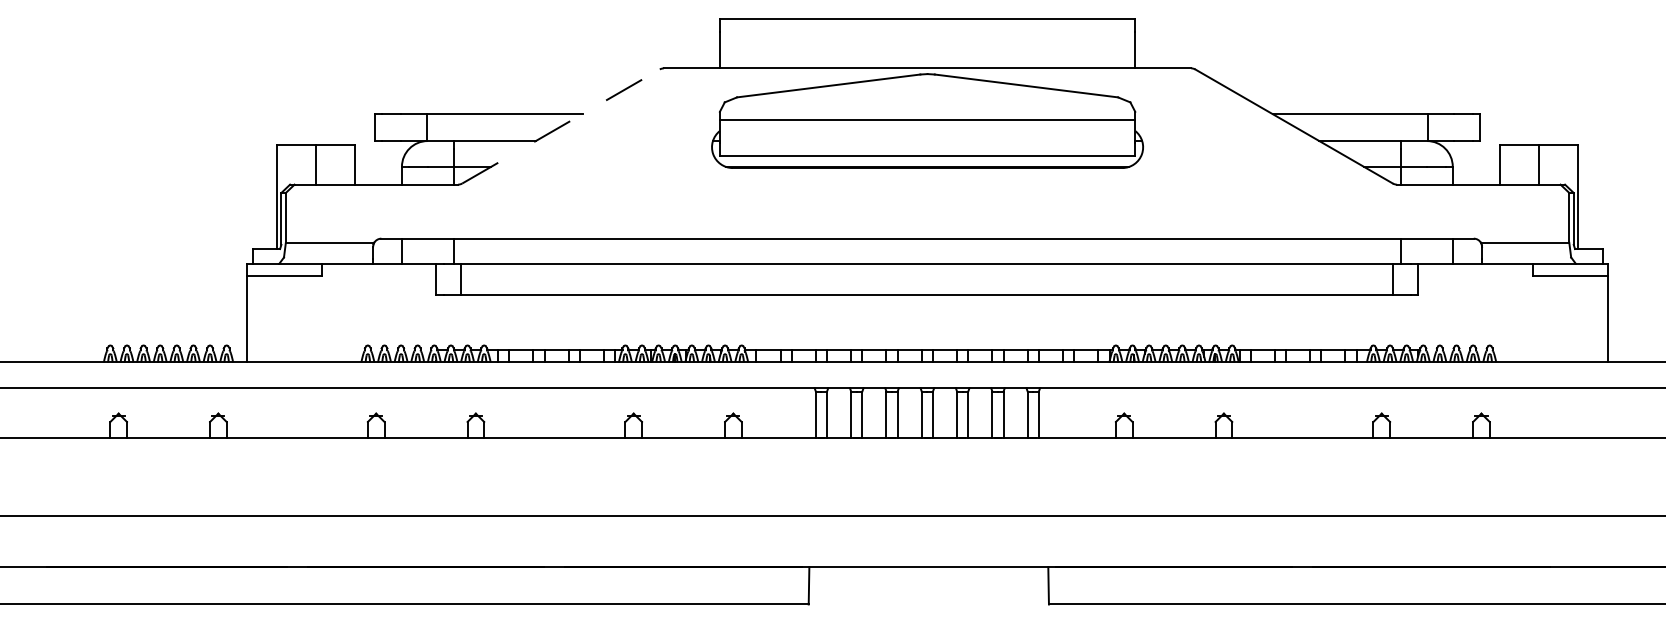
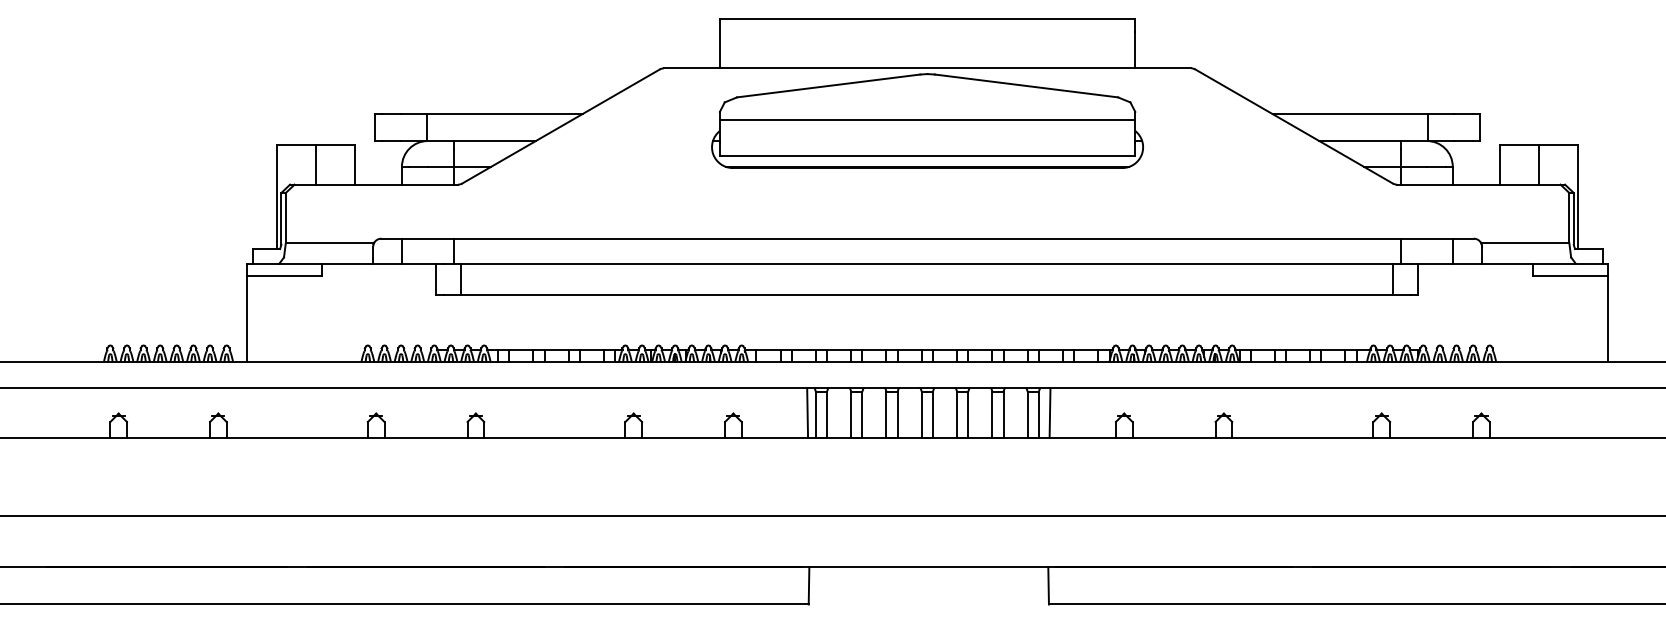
line at (561, 126): dashed -> solid
line at (807, 413): none -> present
line at (1049, 413): none -> present
